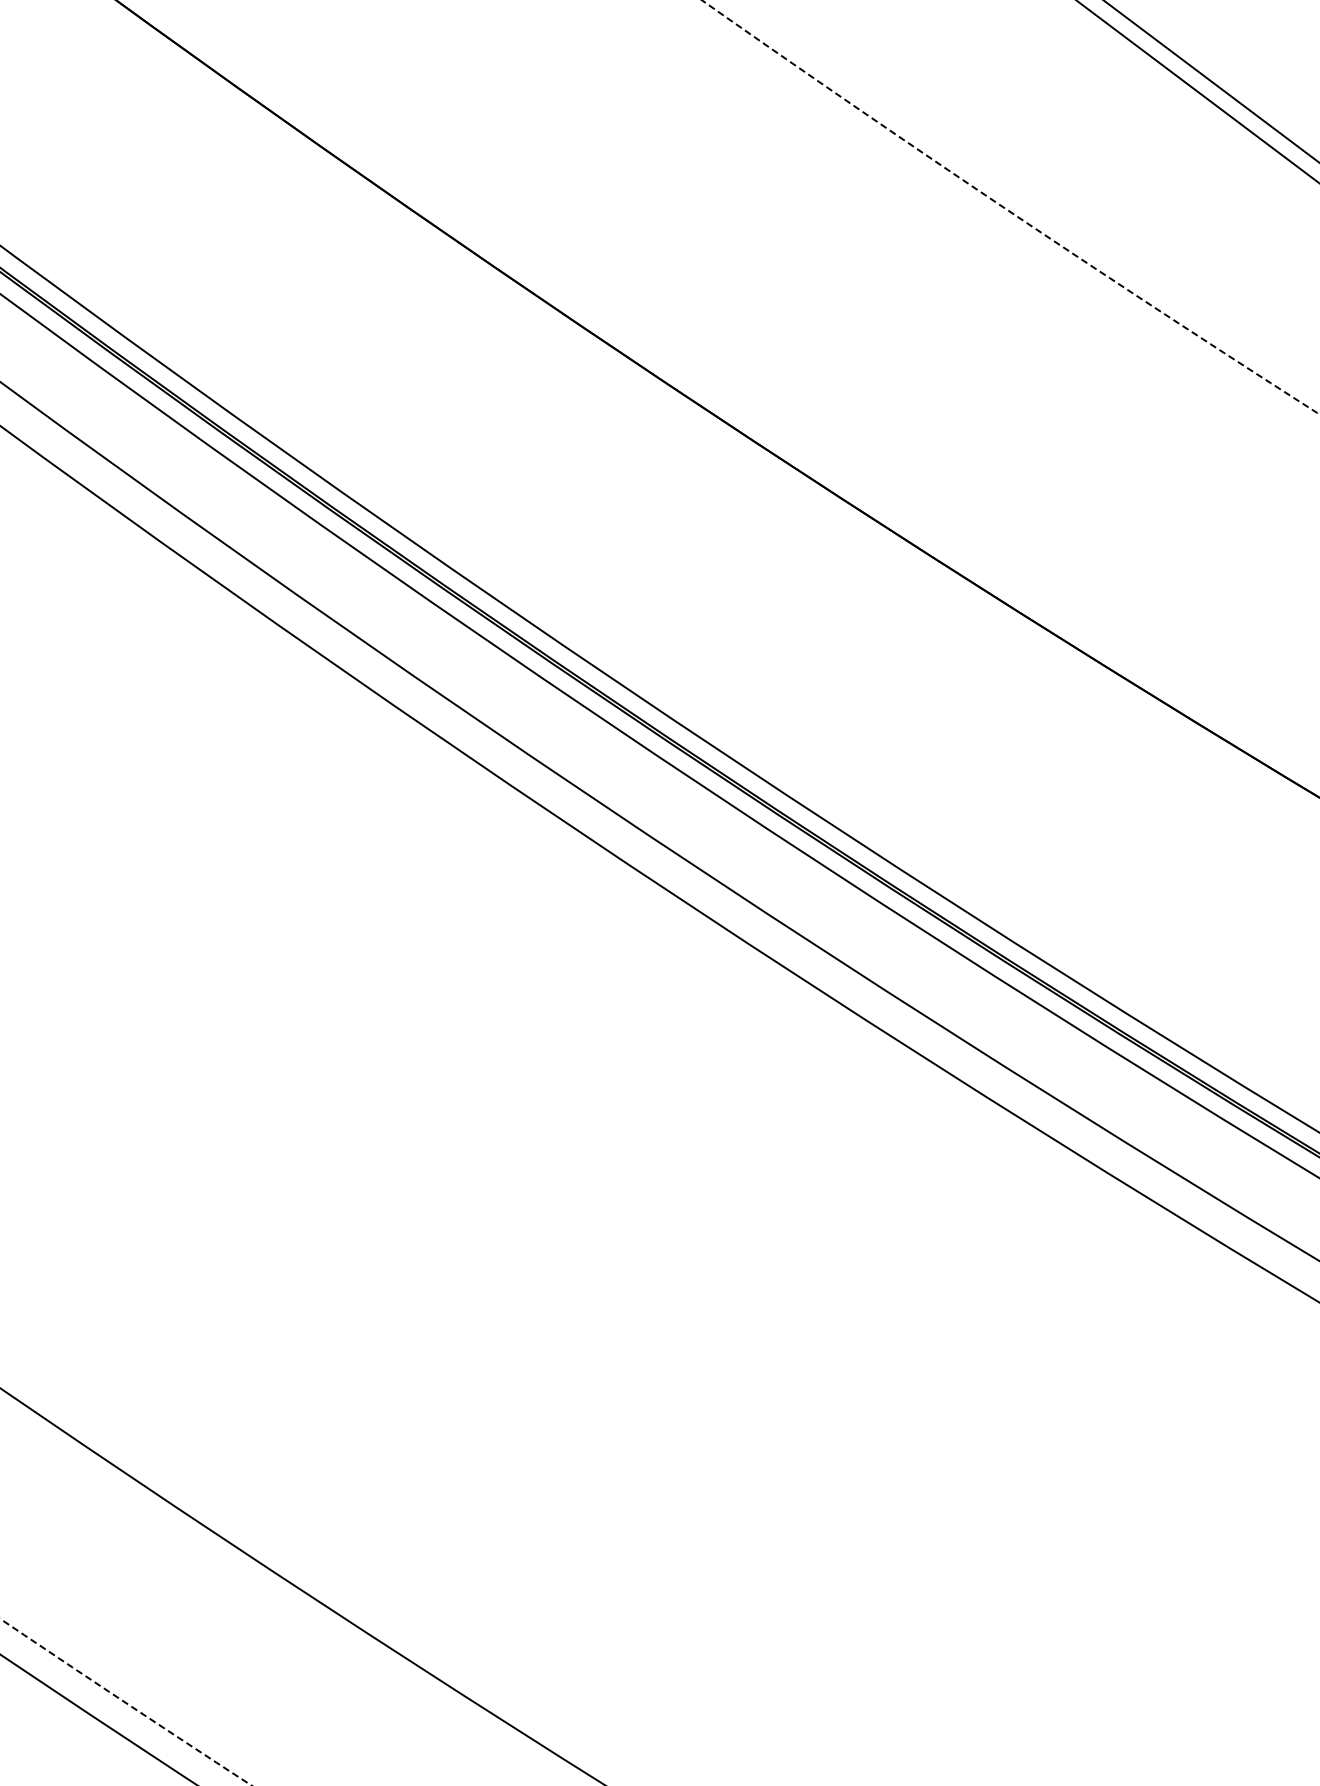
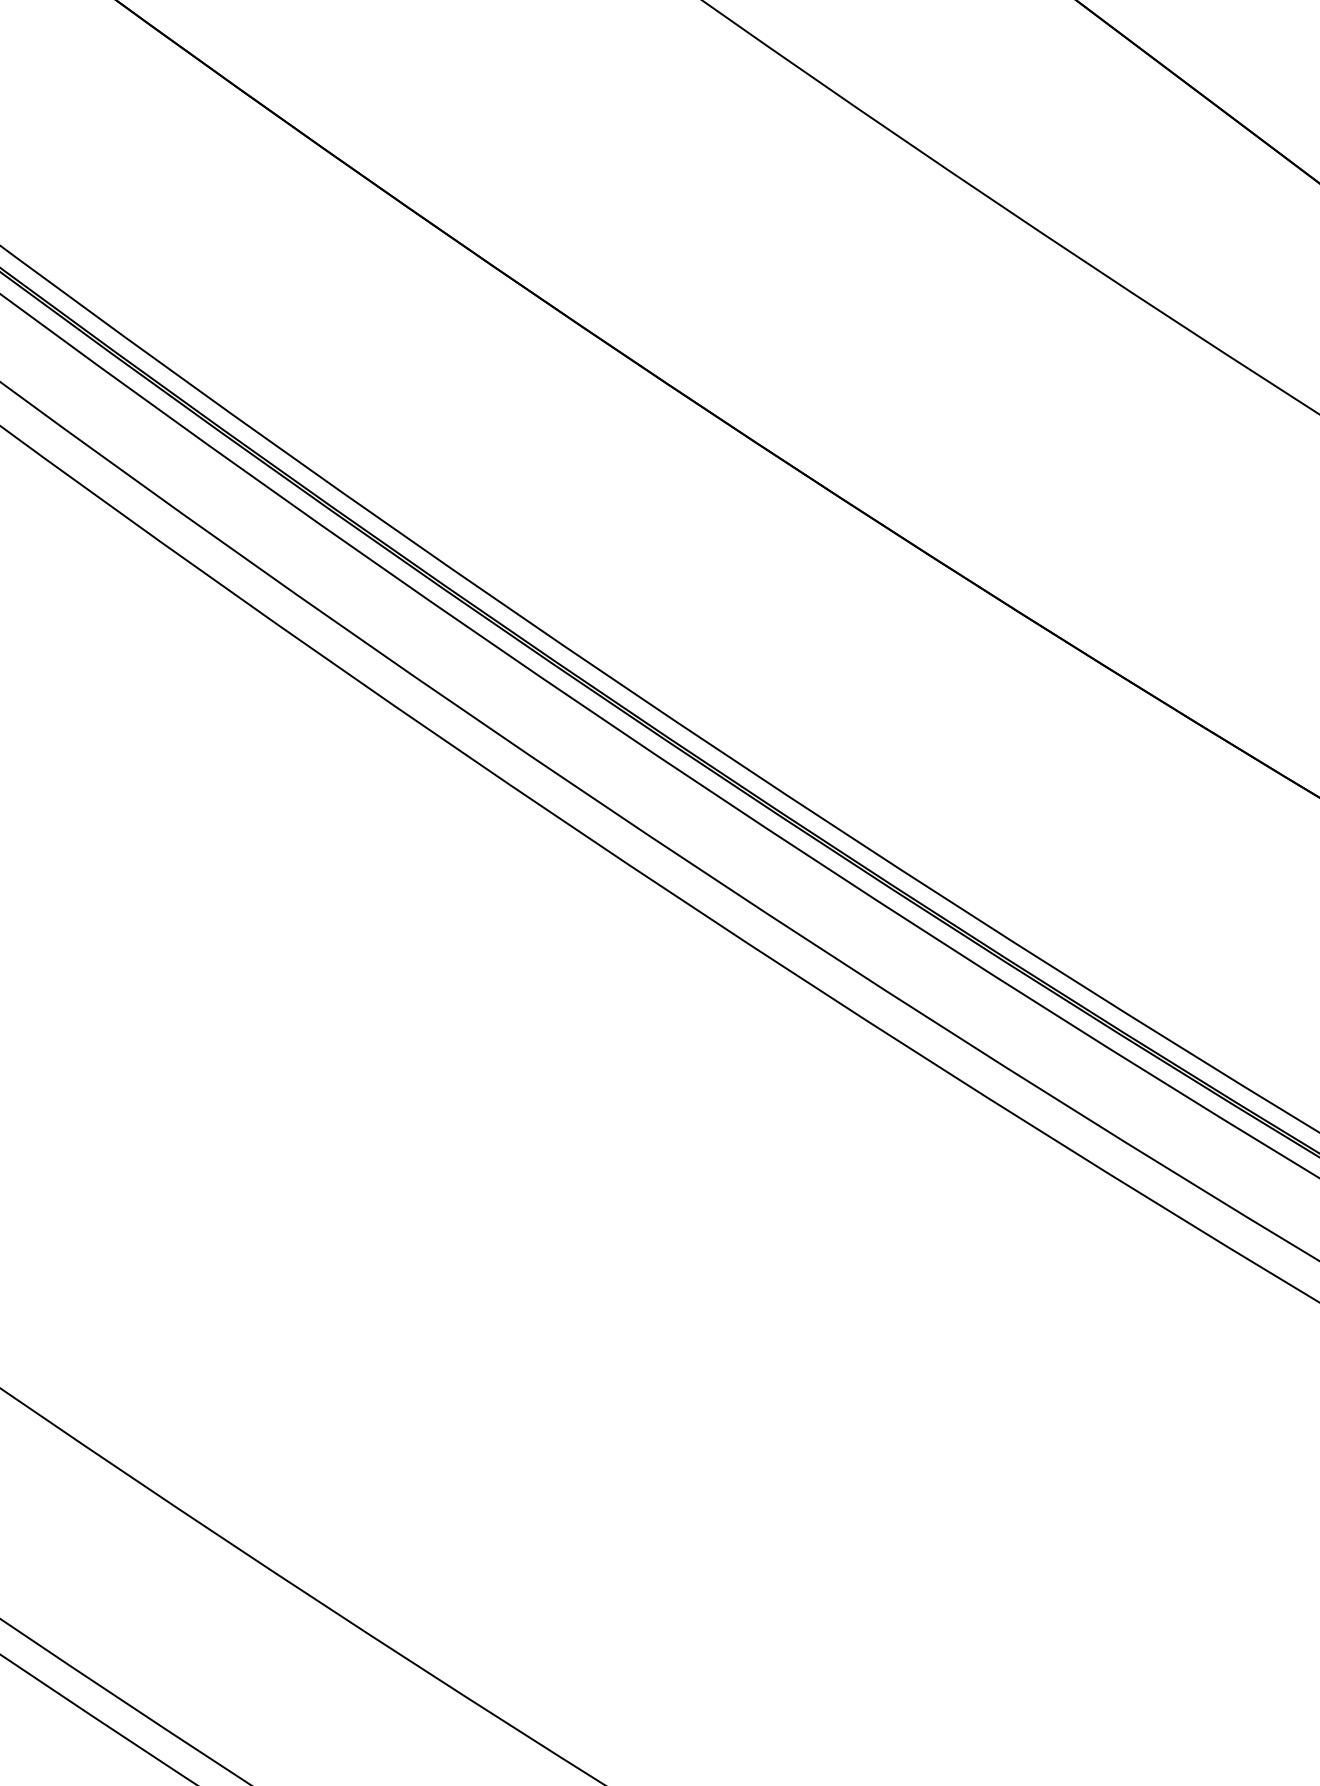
line at (1211, 81) position: (1211, 81) -> (1197, 91)
arc at (1008, 210): dashed -> solid
arc at (125, 1702): dashed -> solid
